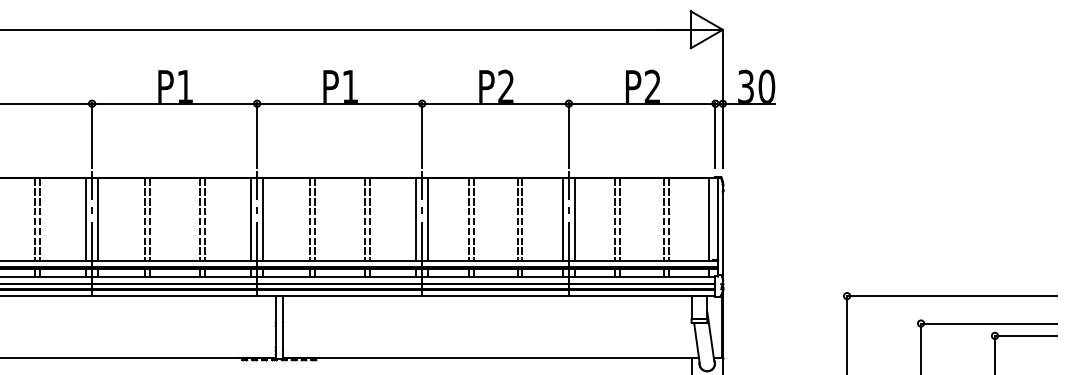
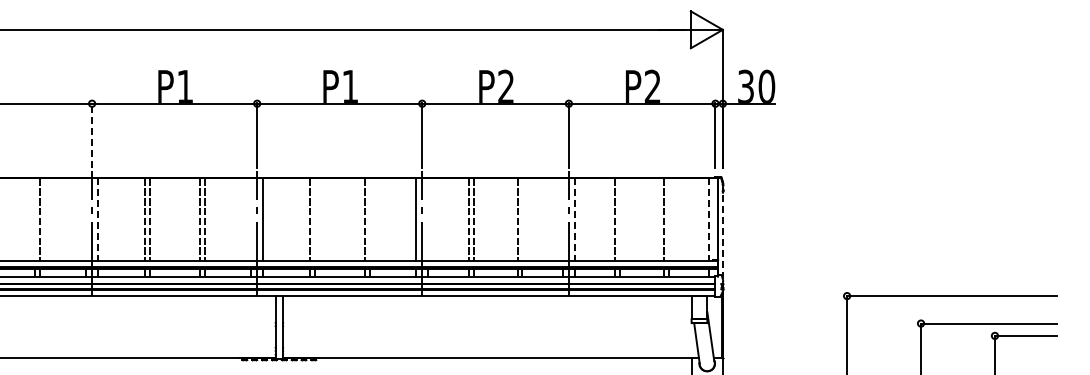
line at (92, 135): solid -> dashed
line at (34, 219): present -> none
line at (85, 219): present -> none
line at (251, 219): present -> none
line at (314, 219): present -> none
line at (369, 219): present -> none
line at (428, 219): present -> none
line at (522, 219): present -> none
line at (562, 219): present -> none
line at (620, 219): present -> none
line at (669, 219): present -> none
line at (98, 220): solid -> dashed
line at (575, 220): solid -> dashed
line at (709, 220): solid -> dashed
line at (722, 231): solid -> dashed
